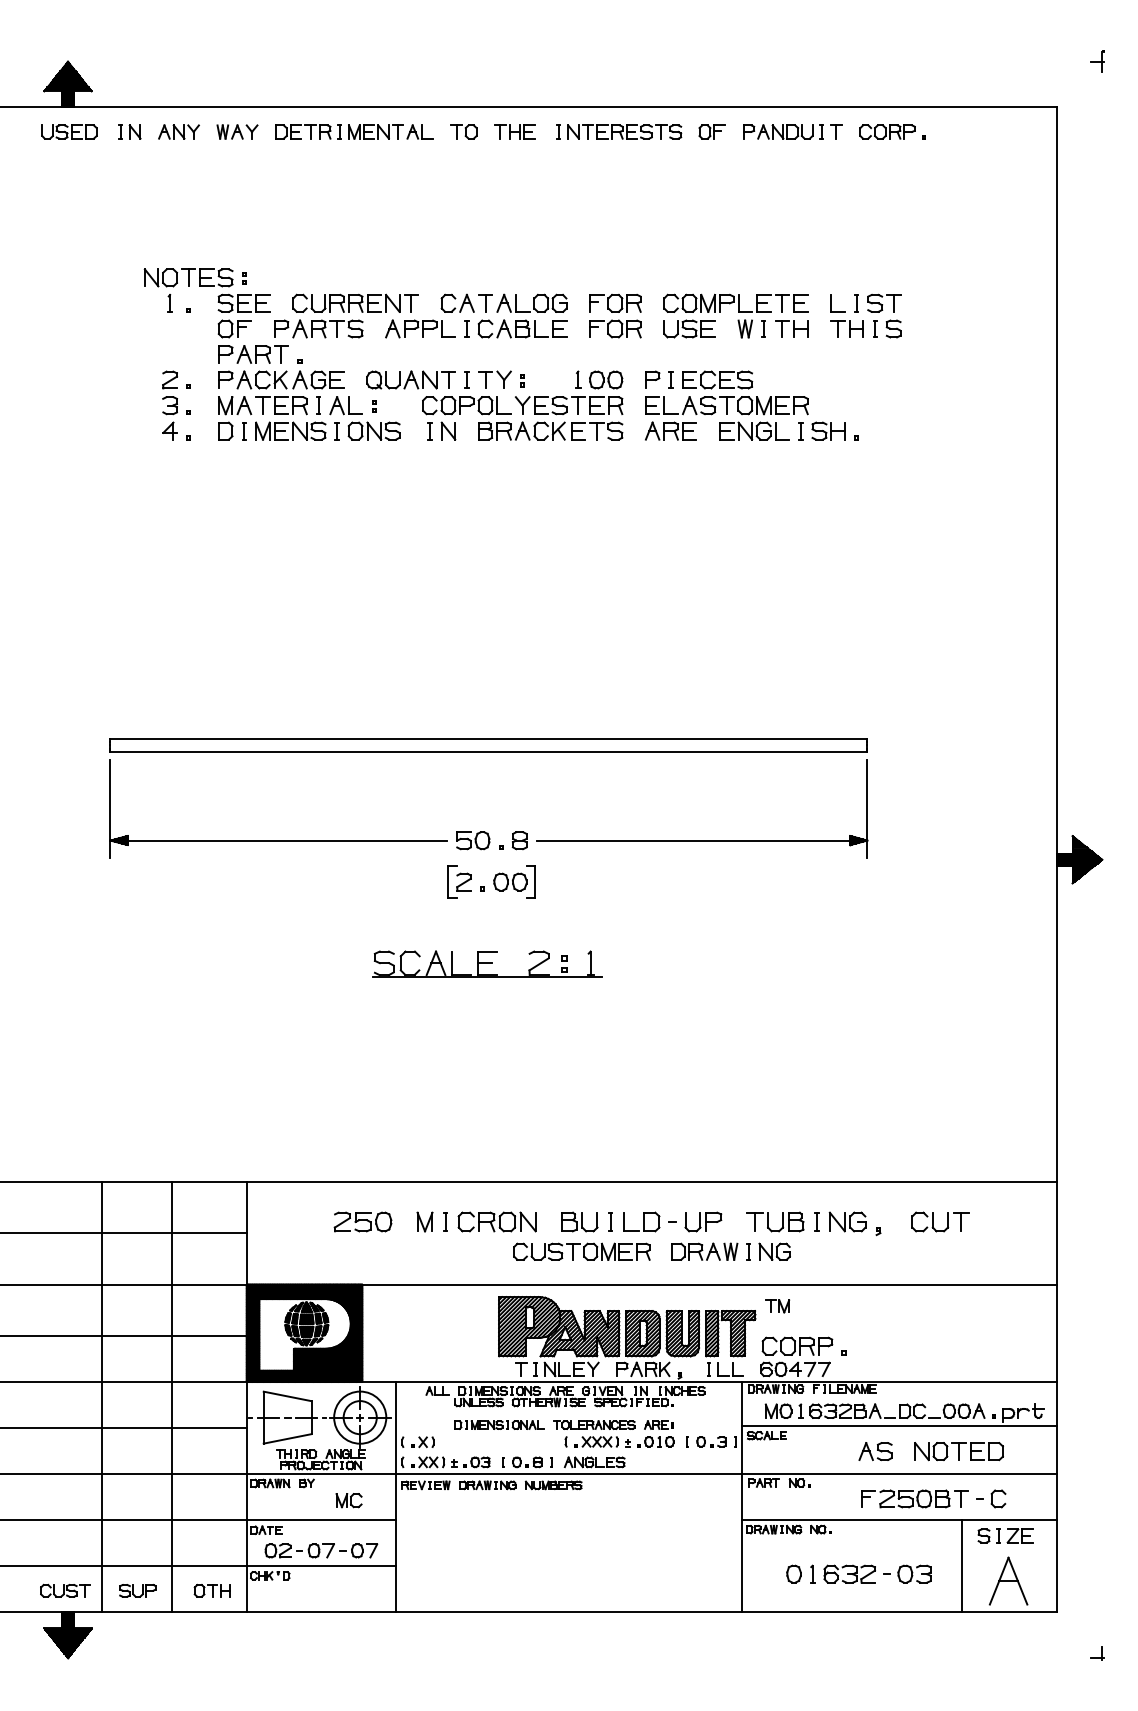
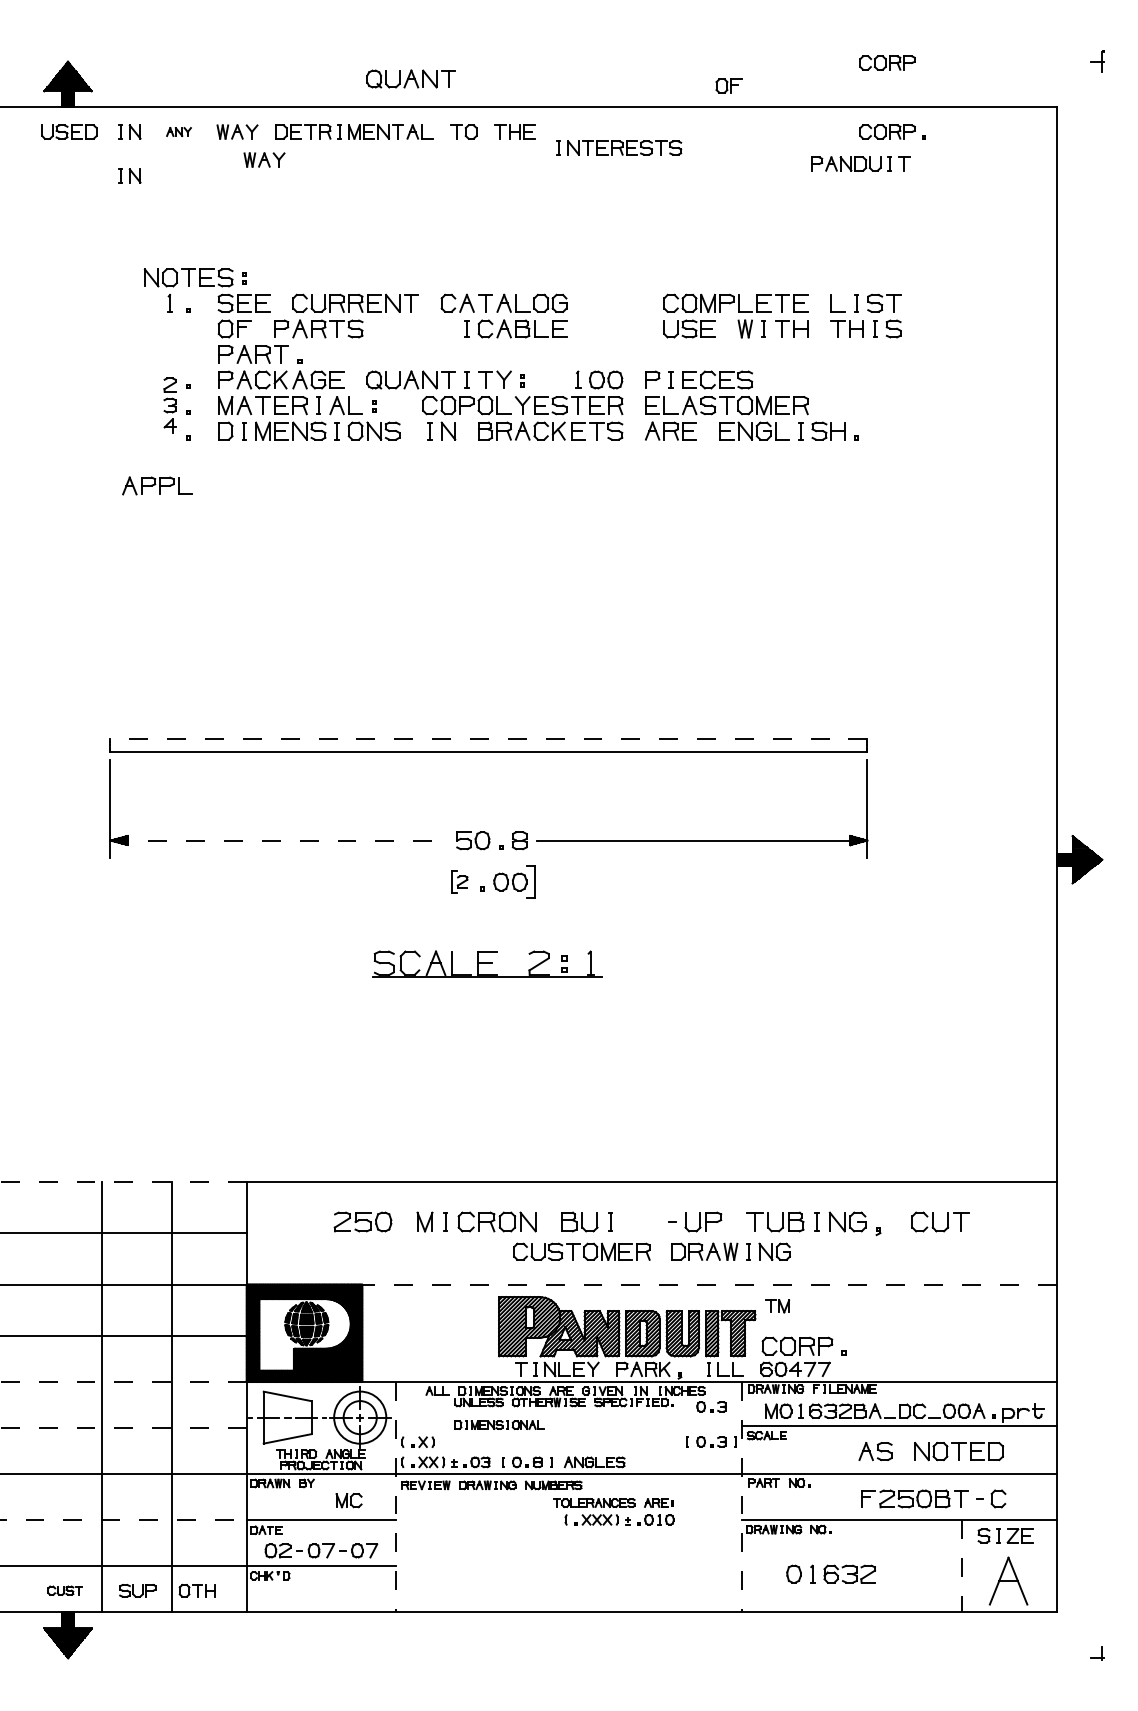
part at (887, 62): none -> present
part at (410, 78): none -> present
part at (178, 131) size: 42x16 px -> 26x10 px
part at (619, 131) position: (619, 131) -> (619, 147)
part at (711, 131) position: (711, 131) -> (728, 85)
part at (792, 131) position: (792, 131) -> (860, 163)
part at (264, 159): none -> present
part at (129, 175): none -> present
part at (615, 315): present -> none
part at (420, 328) position: (420, 328) -> (157, 485)
part at (169, 405) size: 16x71 px -> 14x57 px
line at (488, 738): solid -> dashed
line at (279, 840): solid -> dashed
part at (459, 881) size: 25x34 px -> 18x24 px
line at (123, 1181): solid -> dashed
part at (641, 1221): present -> none
line at (651, 1284): solid -> dashed
line at (123, 1381): solid -> dashed
part at (711, 1406): none -> present
line at (123, 1427): solid -> dashed
part at (613, 1433) position: (613, 1433) -> (613, 1511)
line at (395, 1497): solid -> dashed
line at (742, 1497): solid -> dashed
line at (123, 1520): solid -> dashed
line at (961, 1566): solid -> dashed
part at (907, 1573): present -> none
part at (65, 1590) size: 51x15 px -> 36x11 px
part at (211, 1590) position: (211, 1590) -> (196, 1590)
